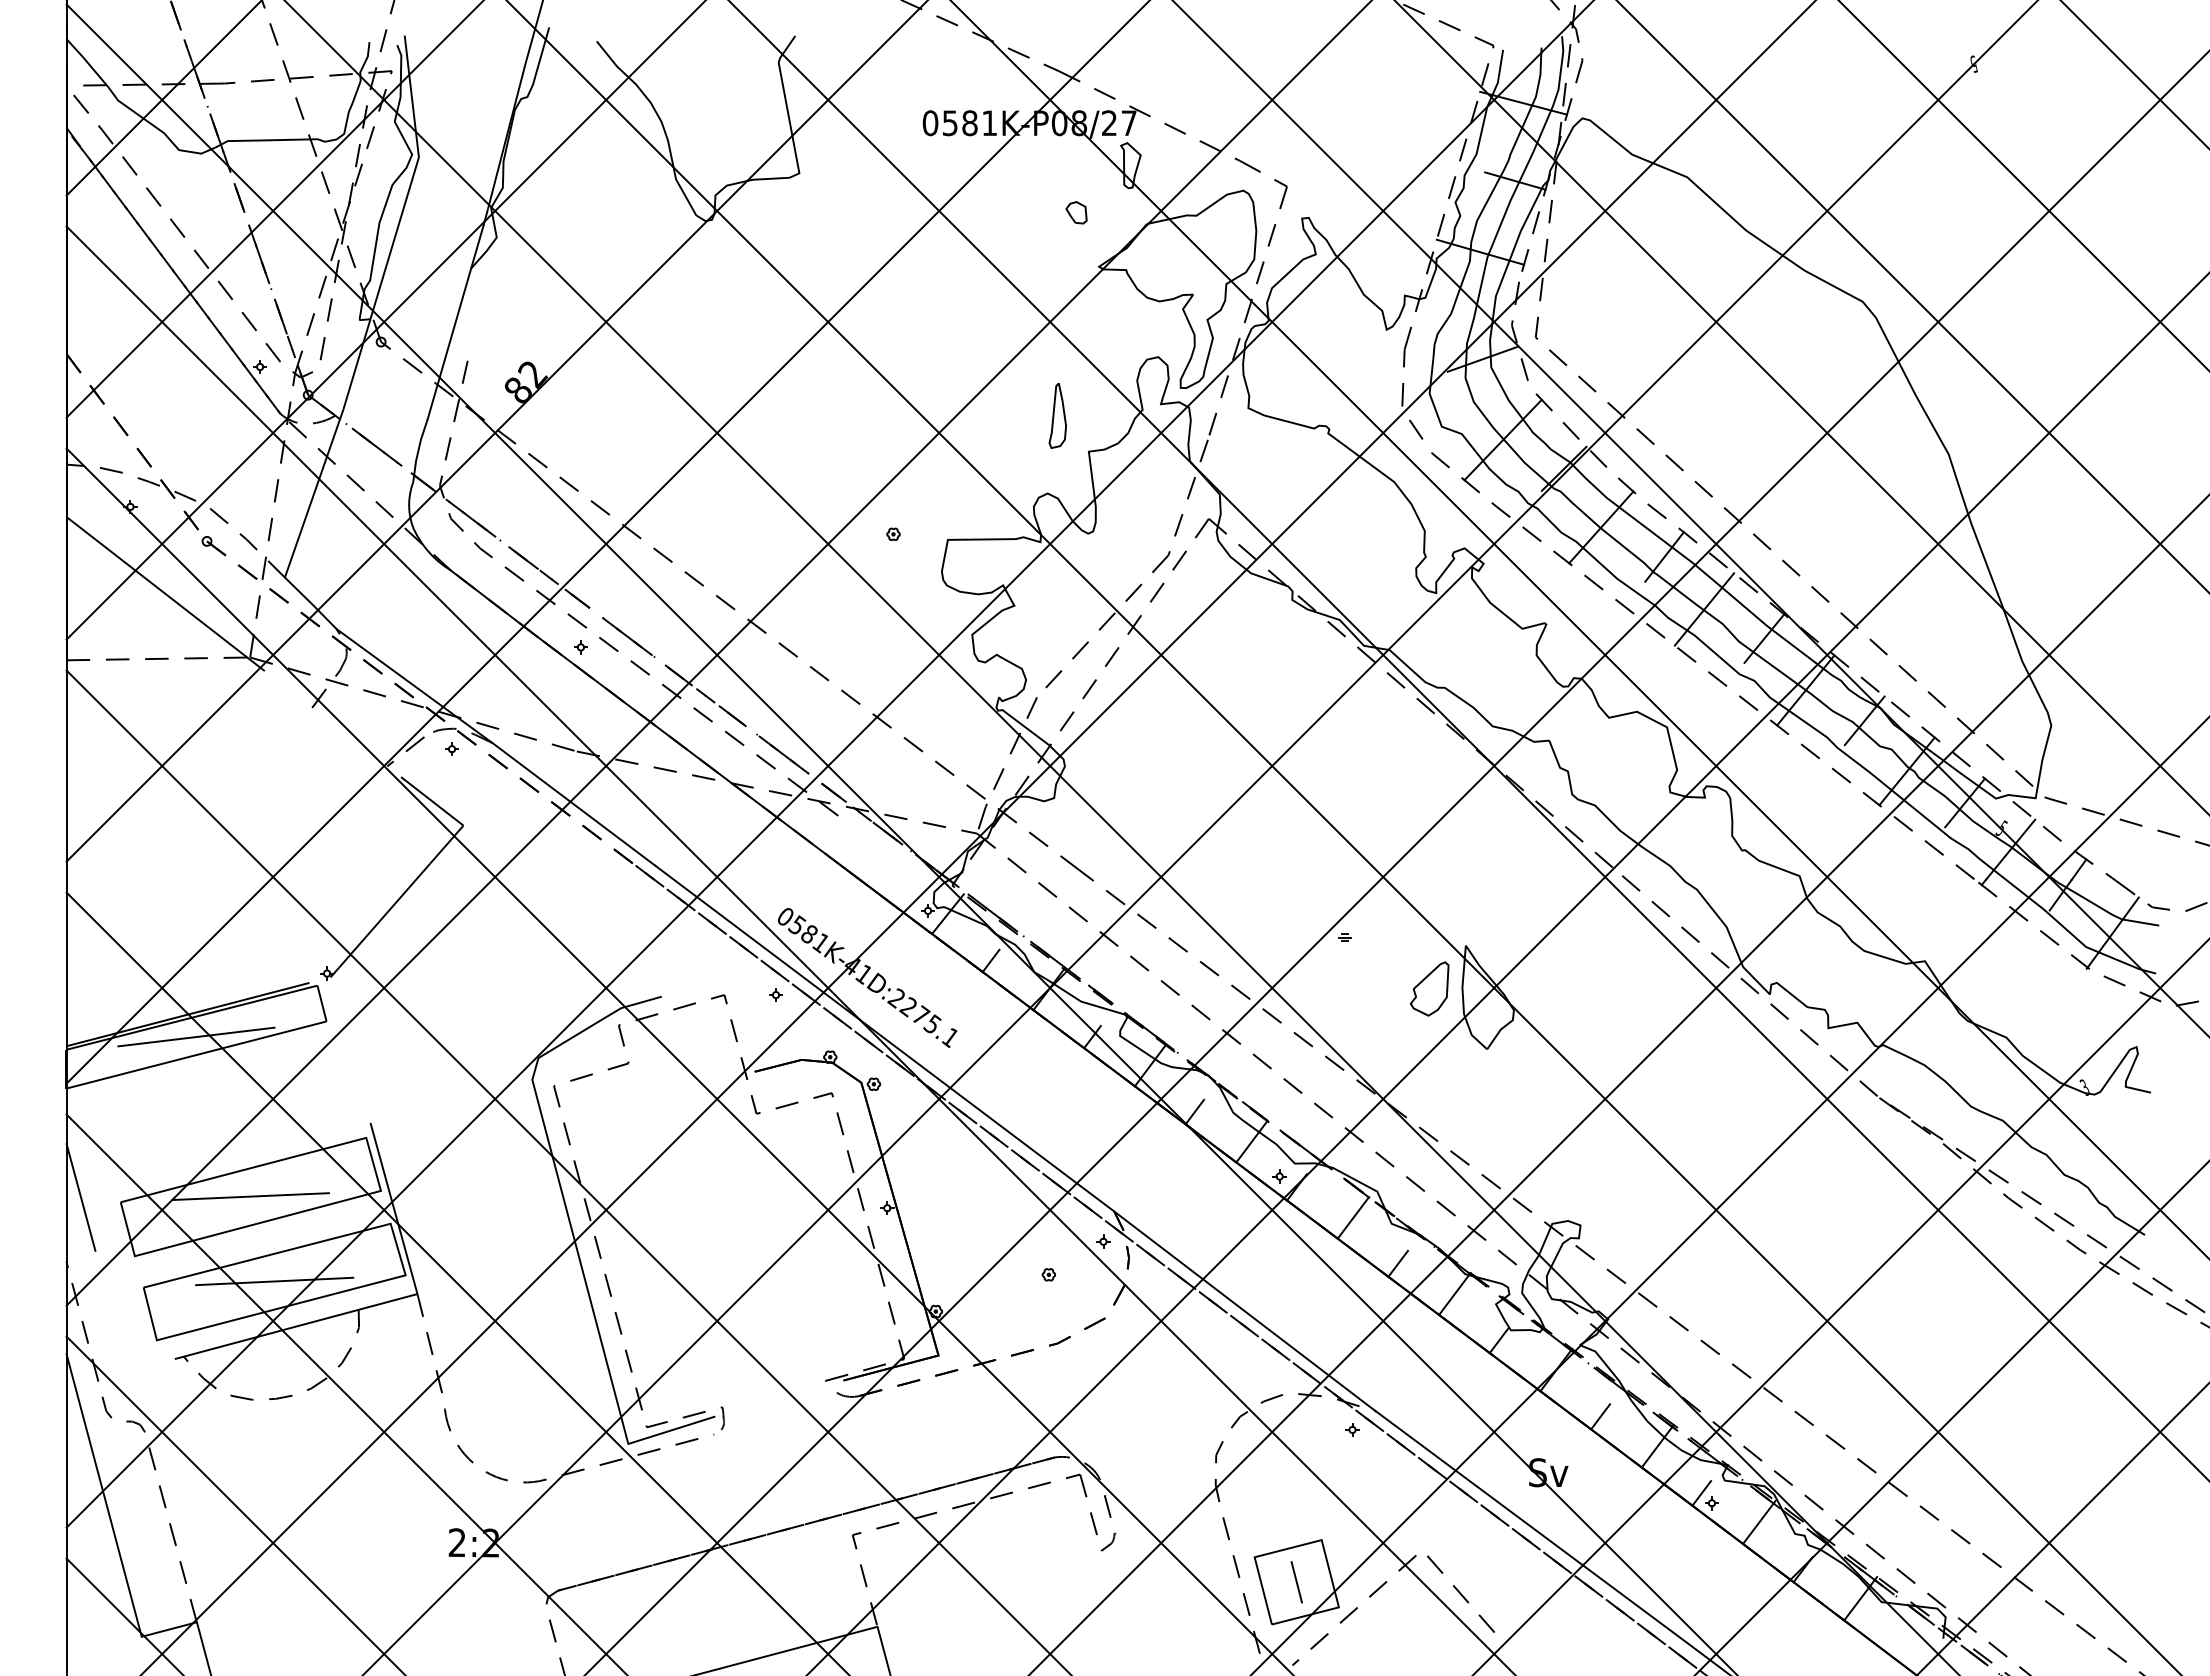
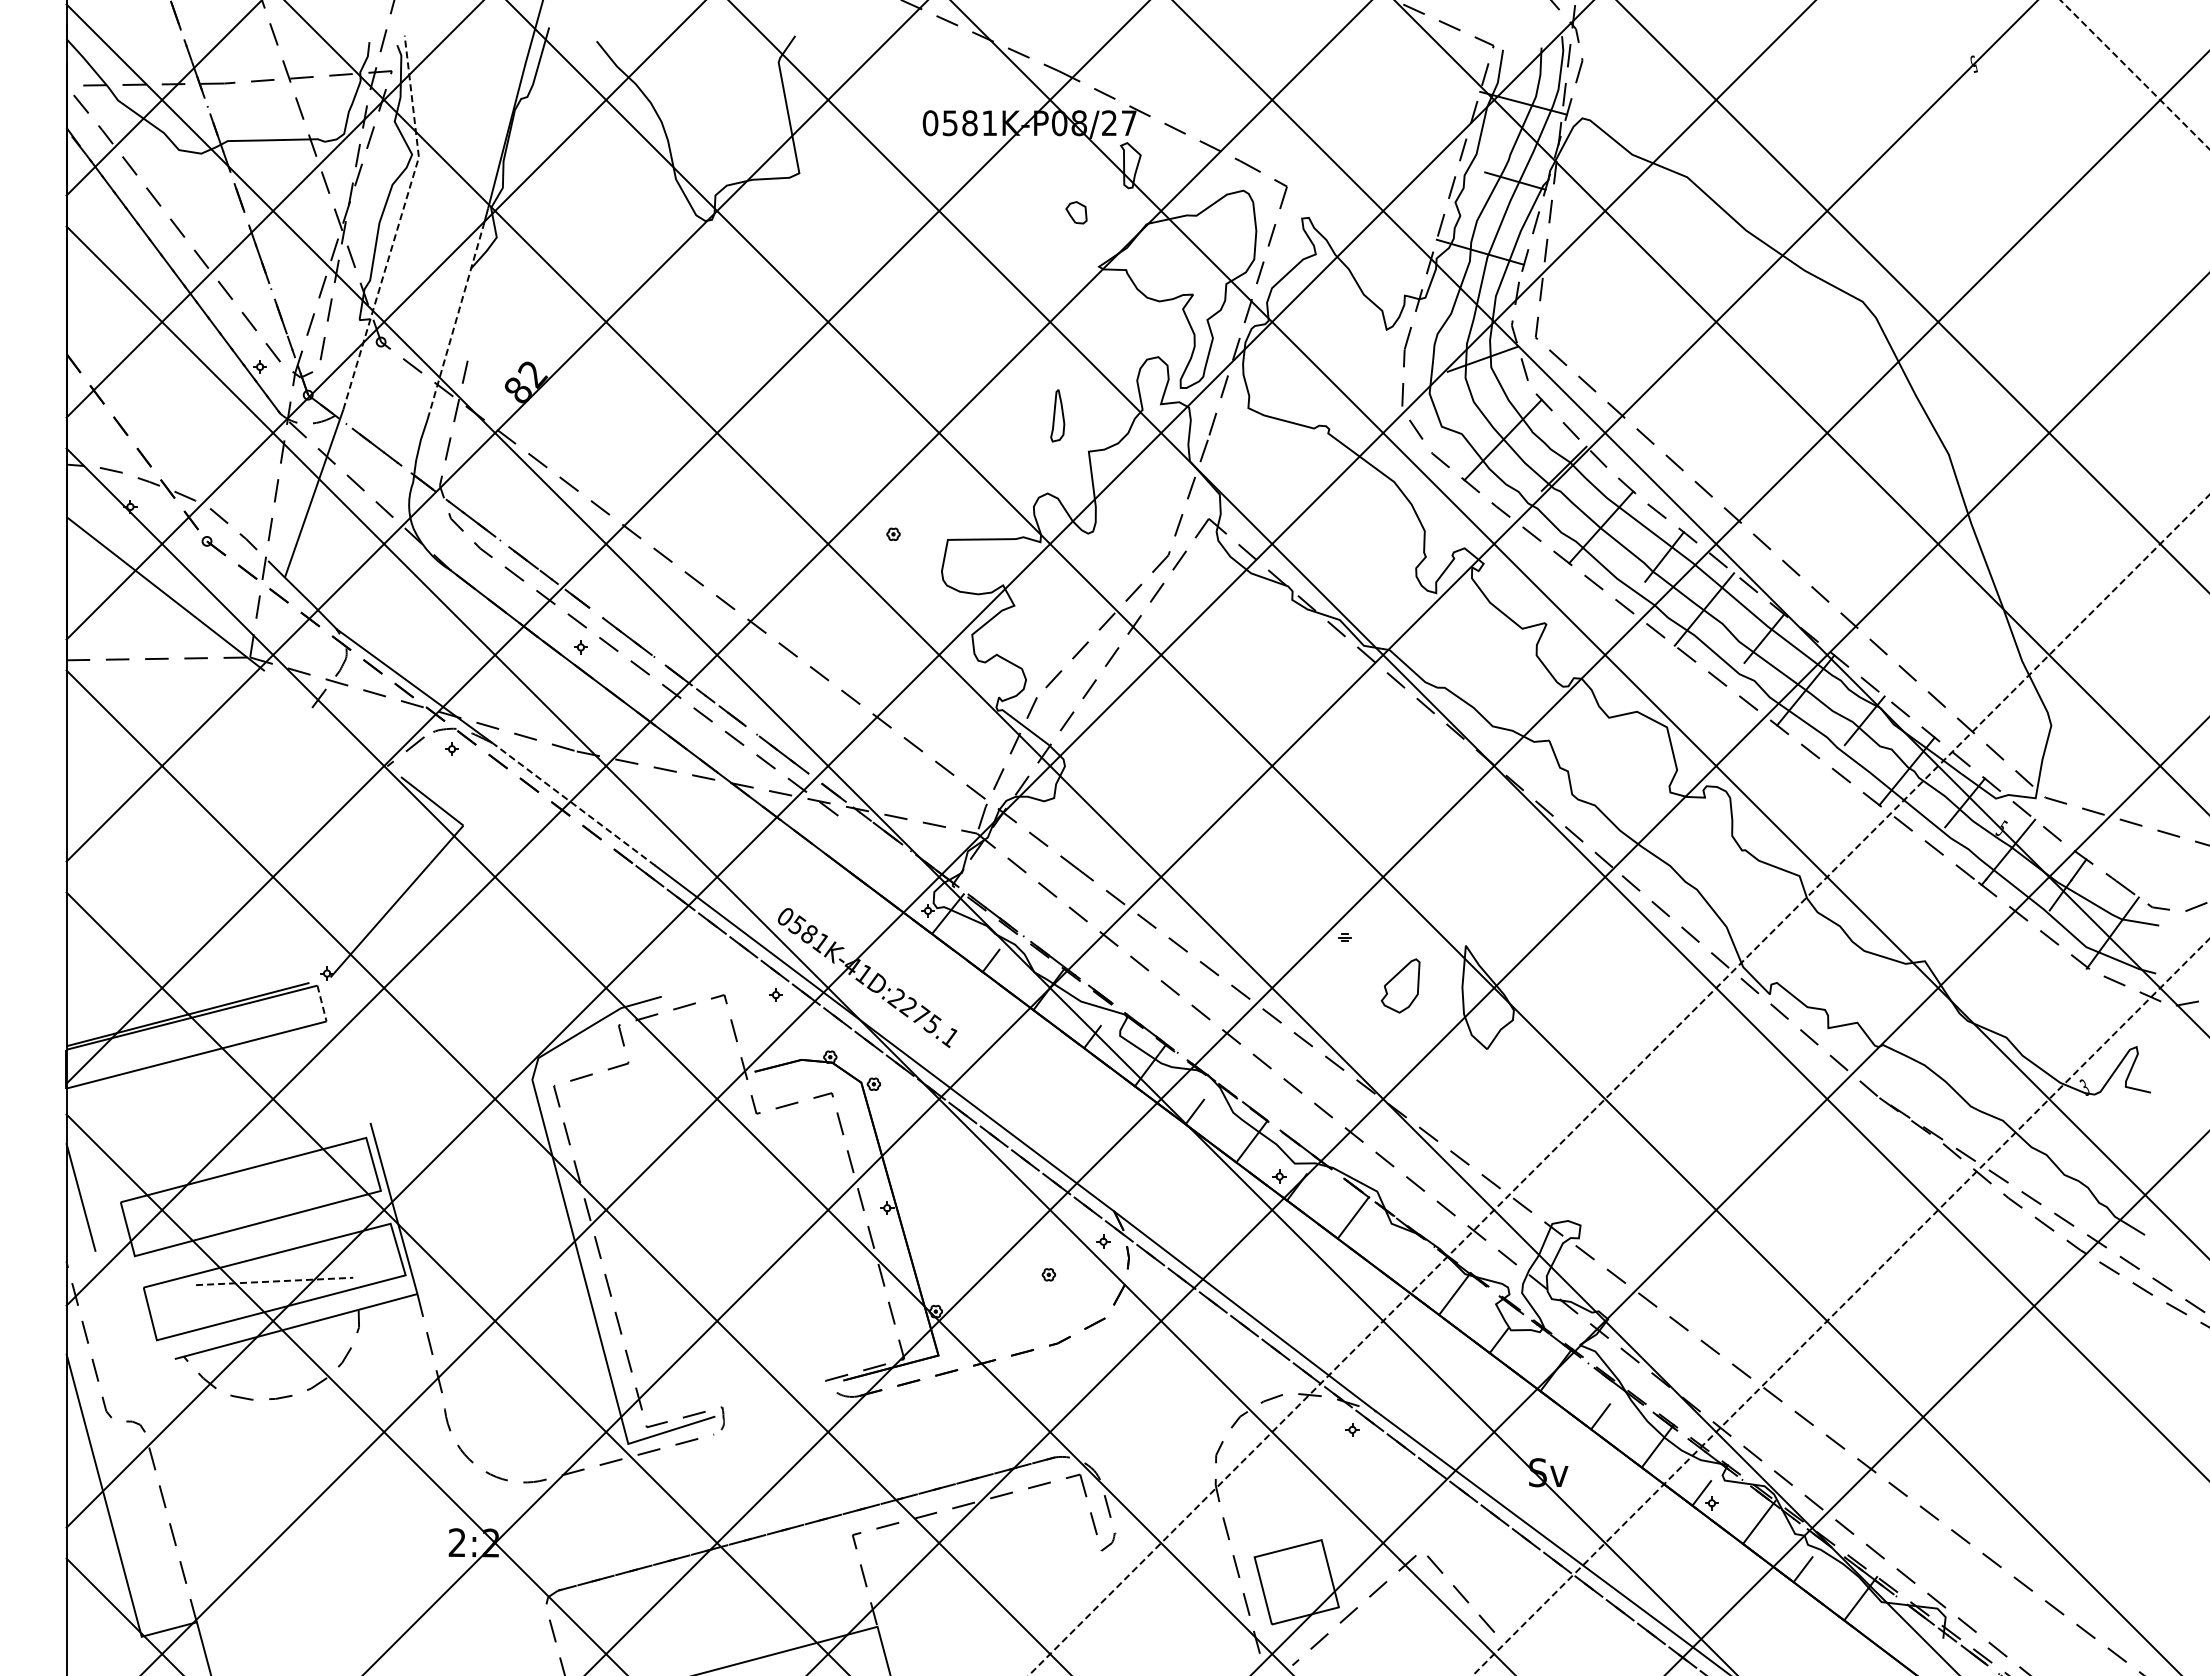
line at (2134, 74): solid -> dashed
line at (2023, 185): present -> none
line at (398, 224): solid -> dashed
line at (455, 322): solid -> dashed
part at (1057, 415) size: 19x67 px -> 16x54 px
line at (574, 804): solid -> dashed
part at (1429, 988) position: (1429, 988) -> (1400, 985)
line at (322, 1004): solid -> dashed
line at (196, 1036): present -> none
line at (1619, 1085): solid -> dashed
line at (250, 1196): present -> none
line at (1397, 1263): present -> none
line at (274, 1281): solid -> dashed
line at (1841, 1306): solid -> dashed
line at (1951, 1417) position: (1951, 1417) -> (1936, 1402)
line at (234, 1504): present -> none
line at (2062, 1529): present -> none
line at (1296, 1582): present -> none
